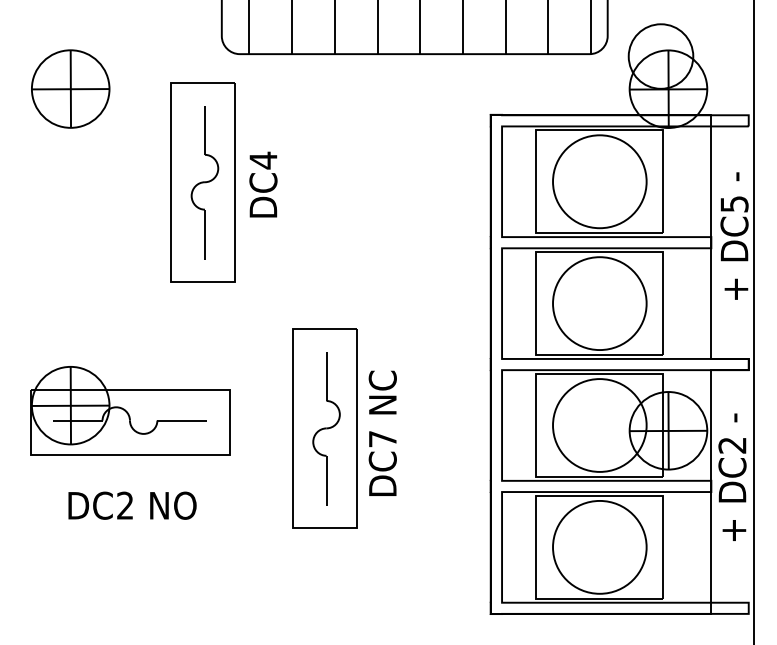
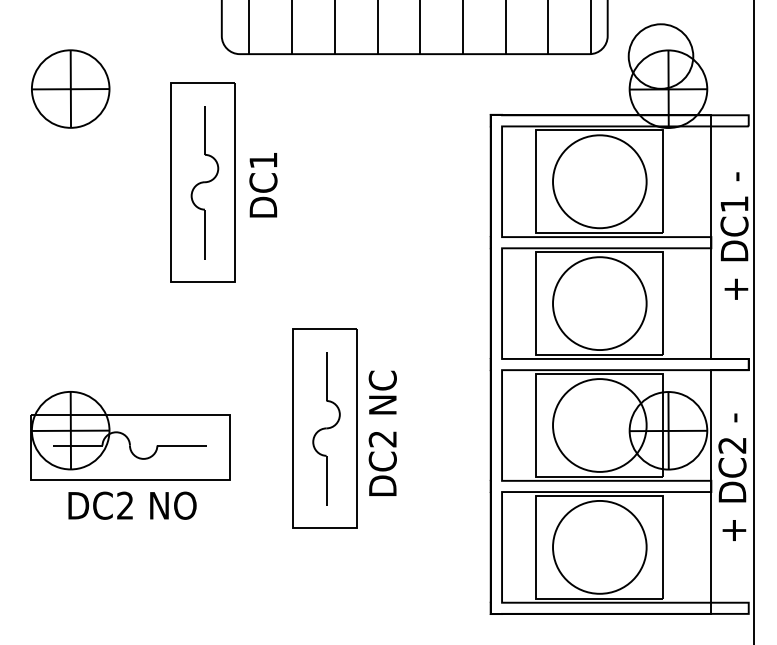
text at (263, 160): DC4 -> DC1
text at (734, 204): DC5 -> DC1
part at (130, 410) position: (130, 410) -> (130, 435)
text at (382, 439): DC7 -> DC2
